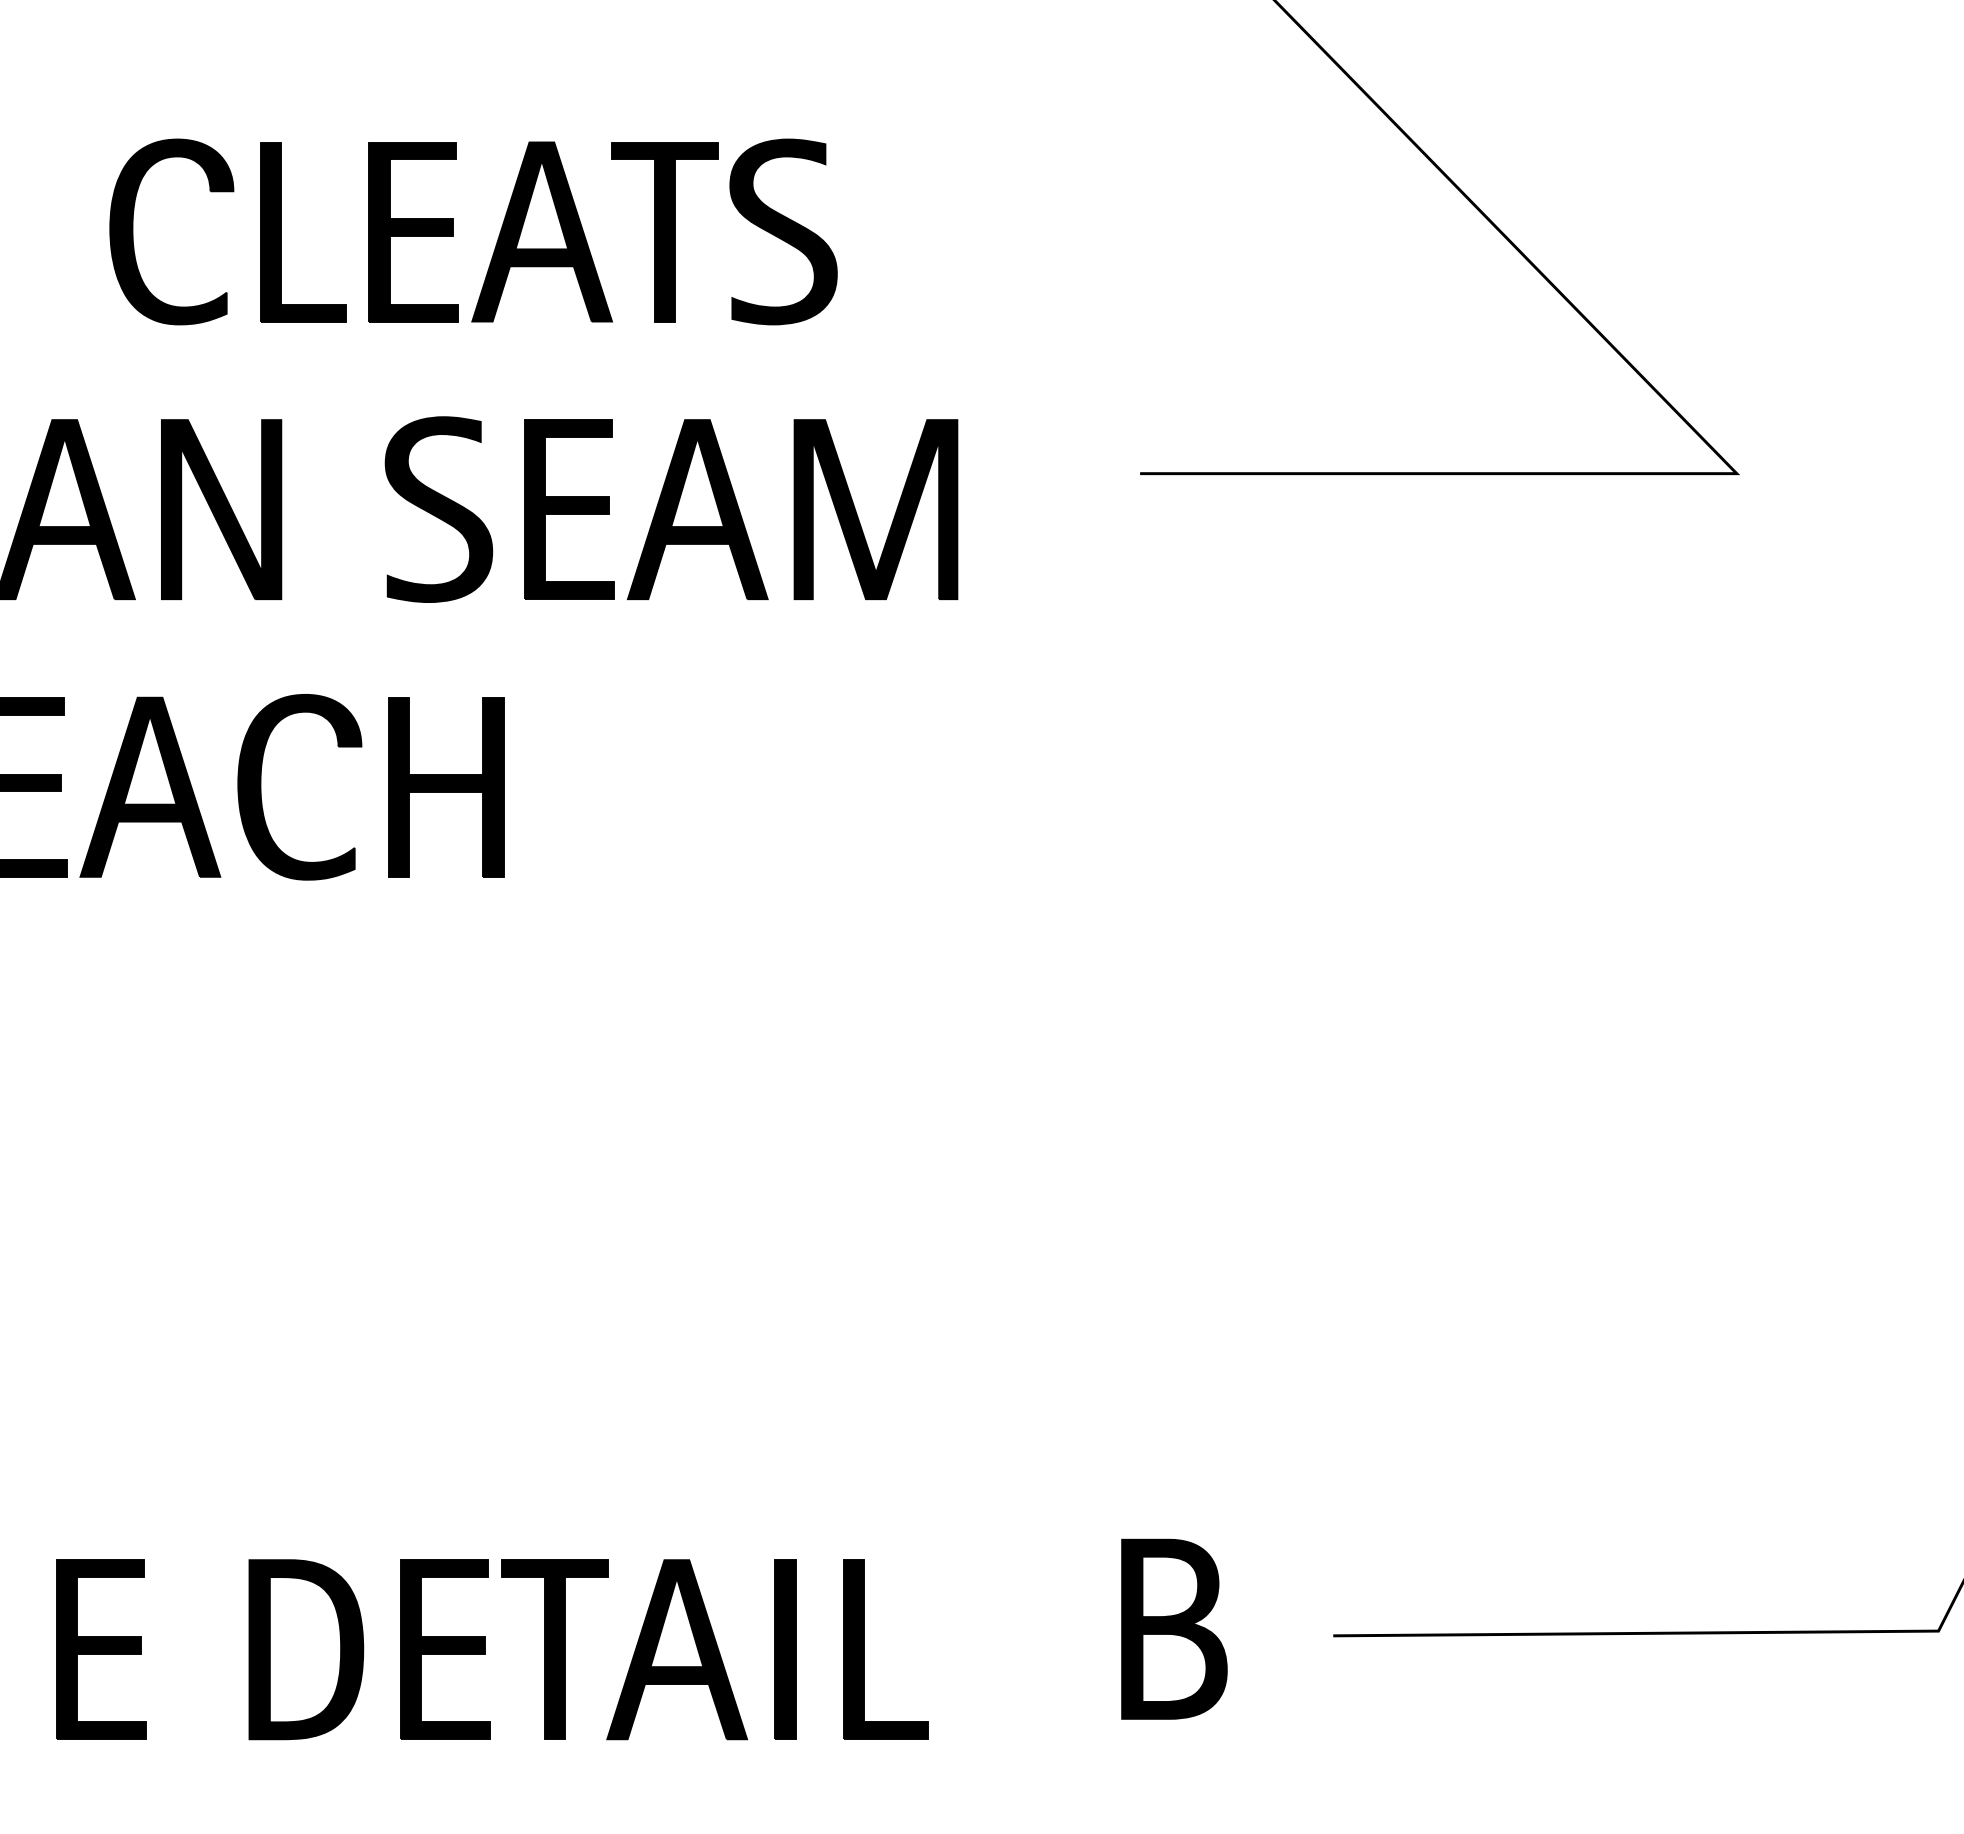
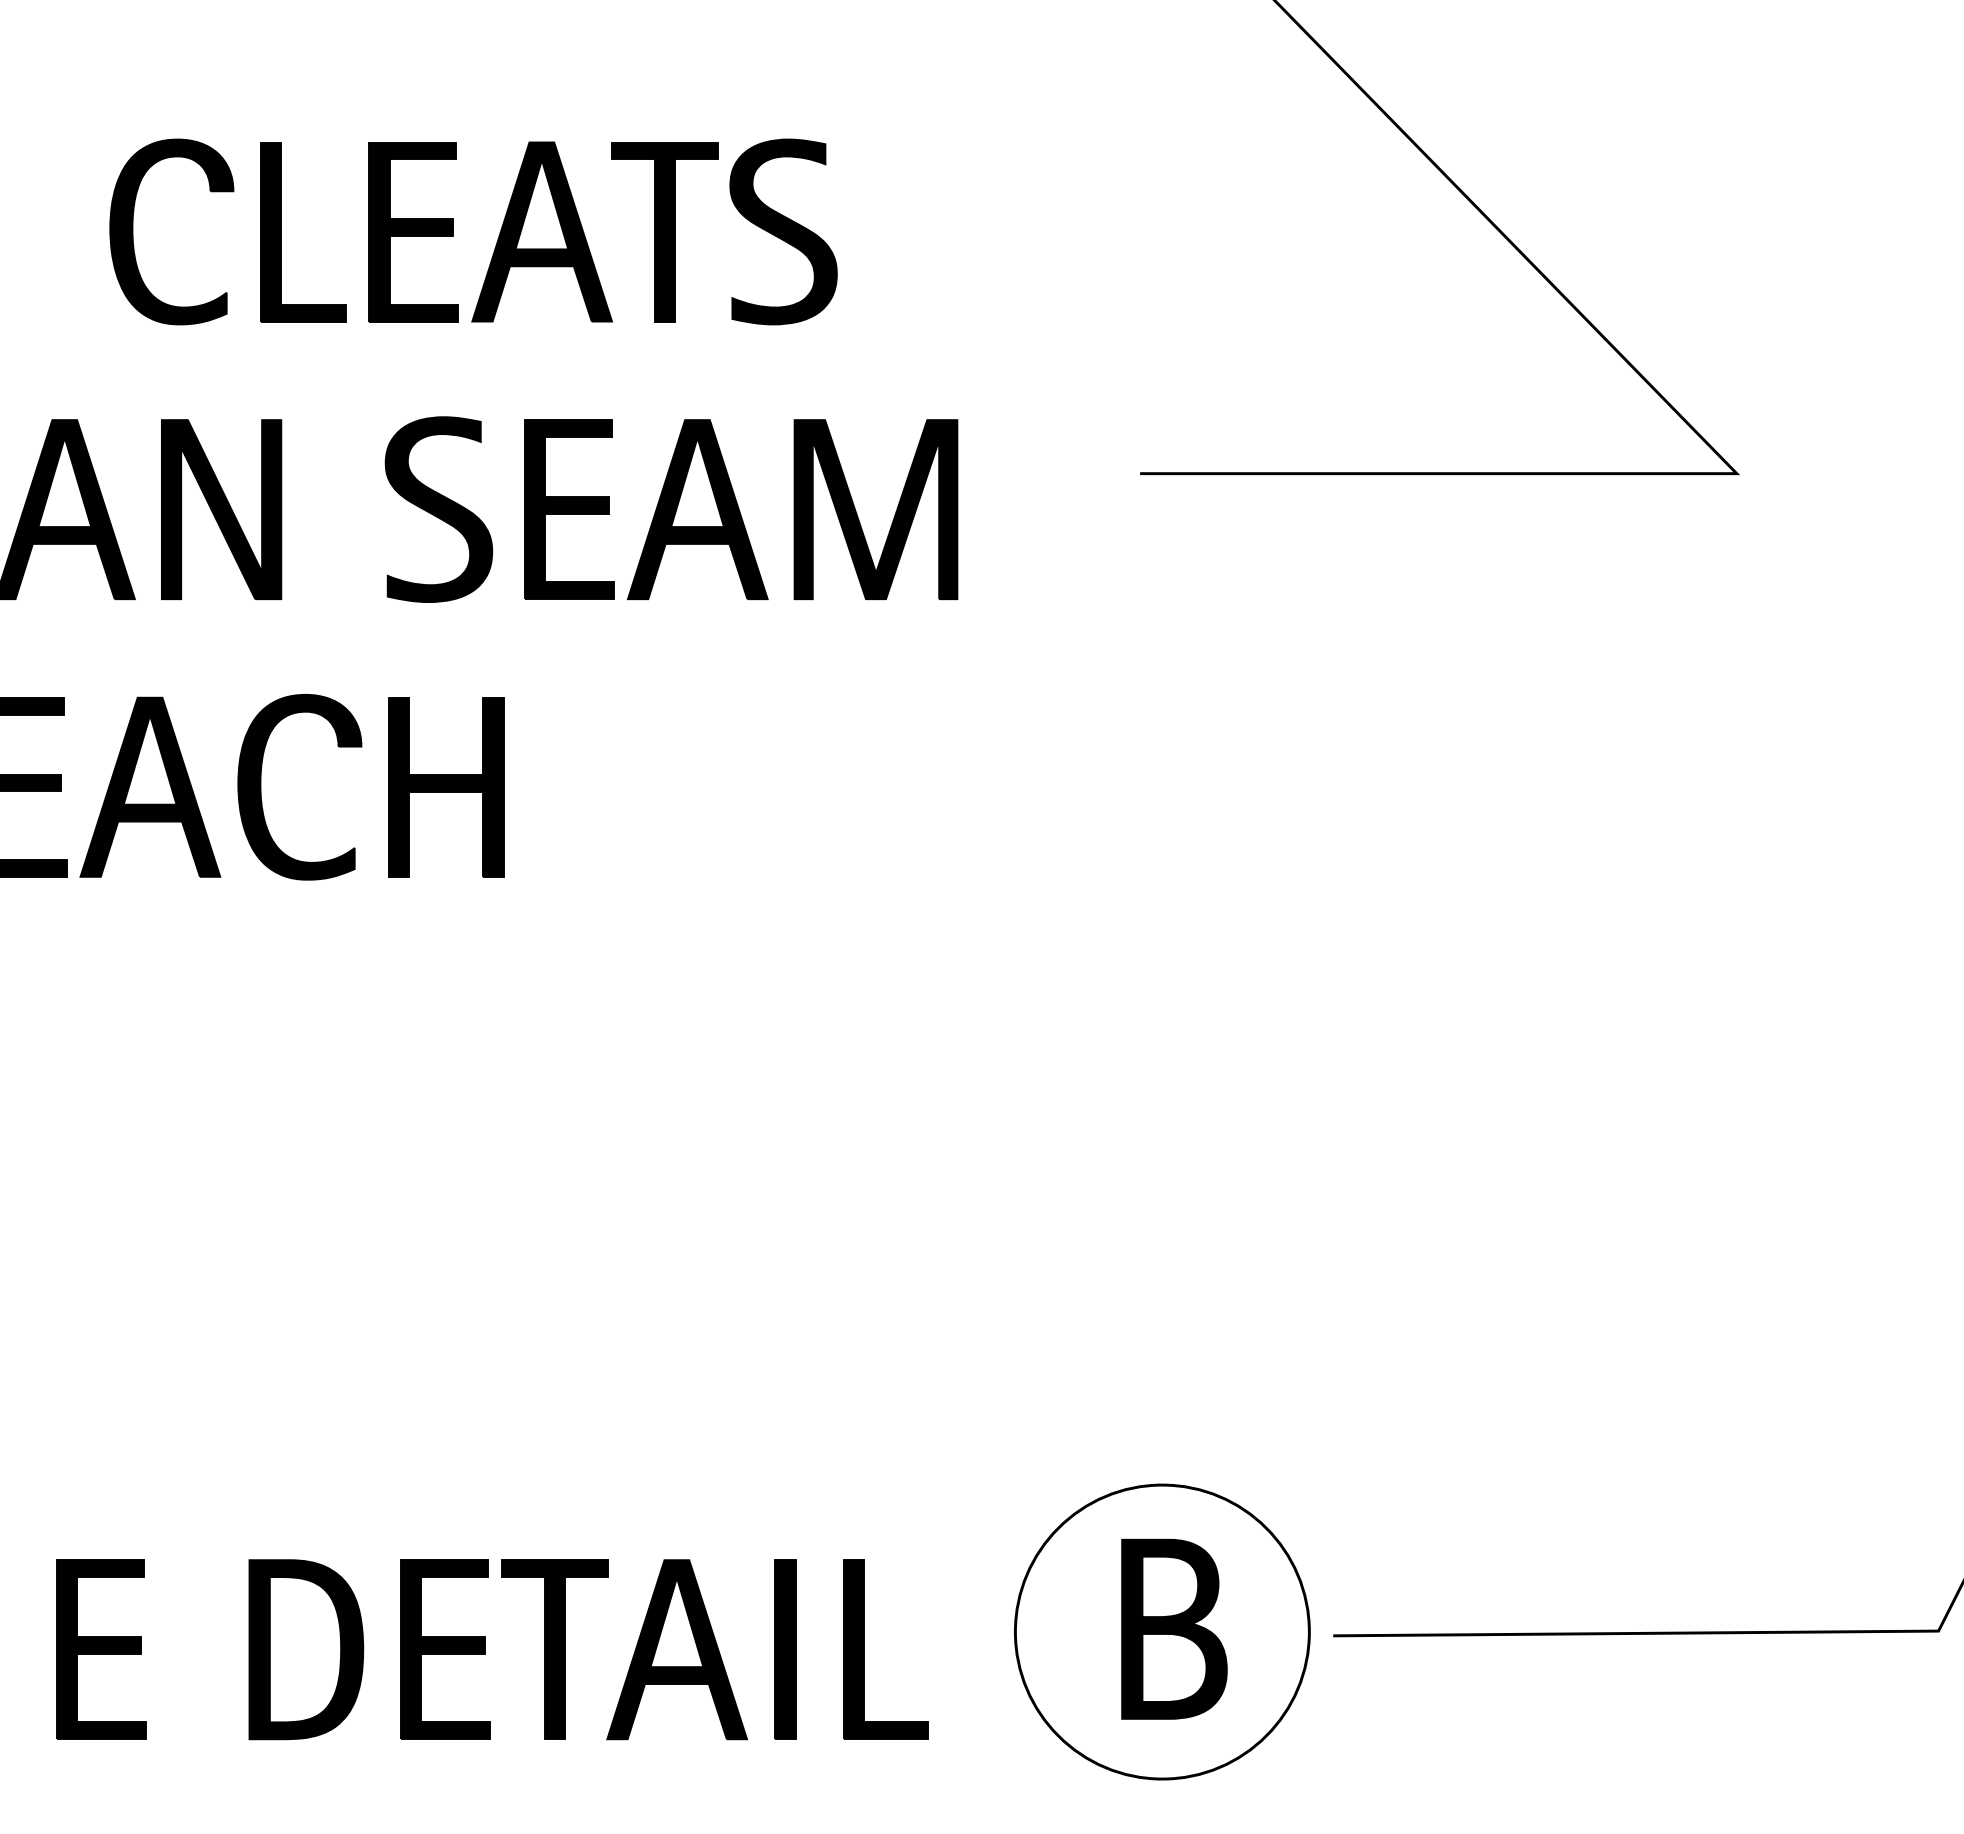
part at (1162, 1631): none -> present
